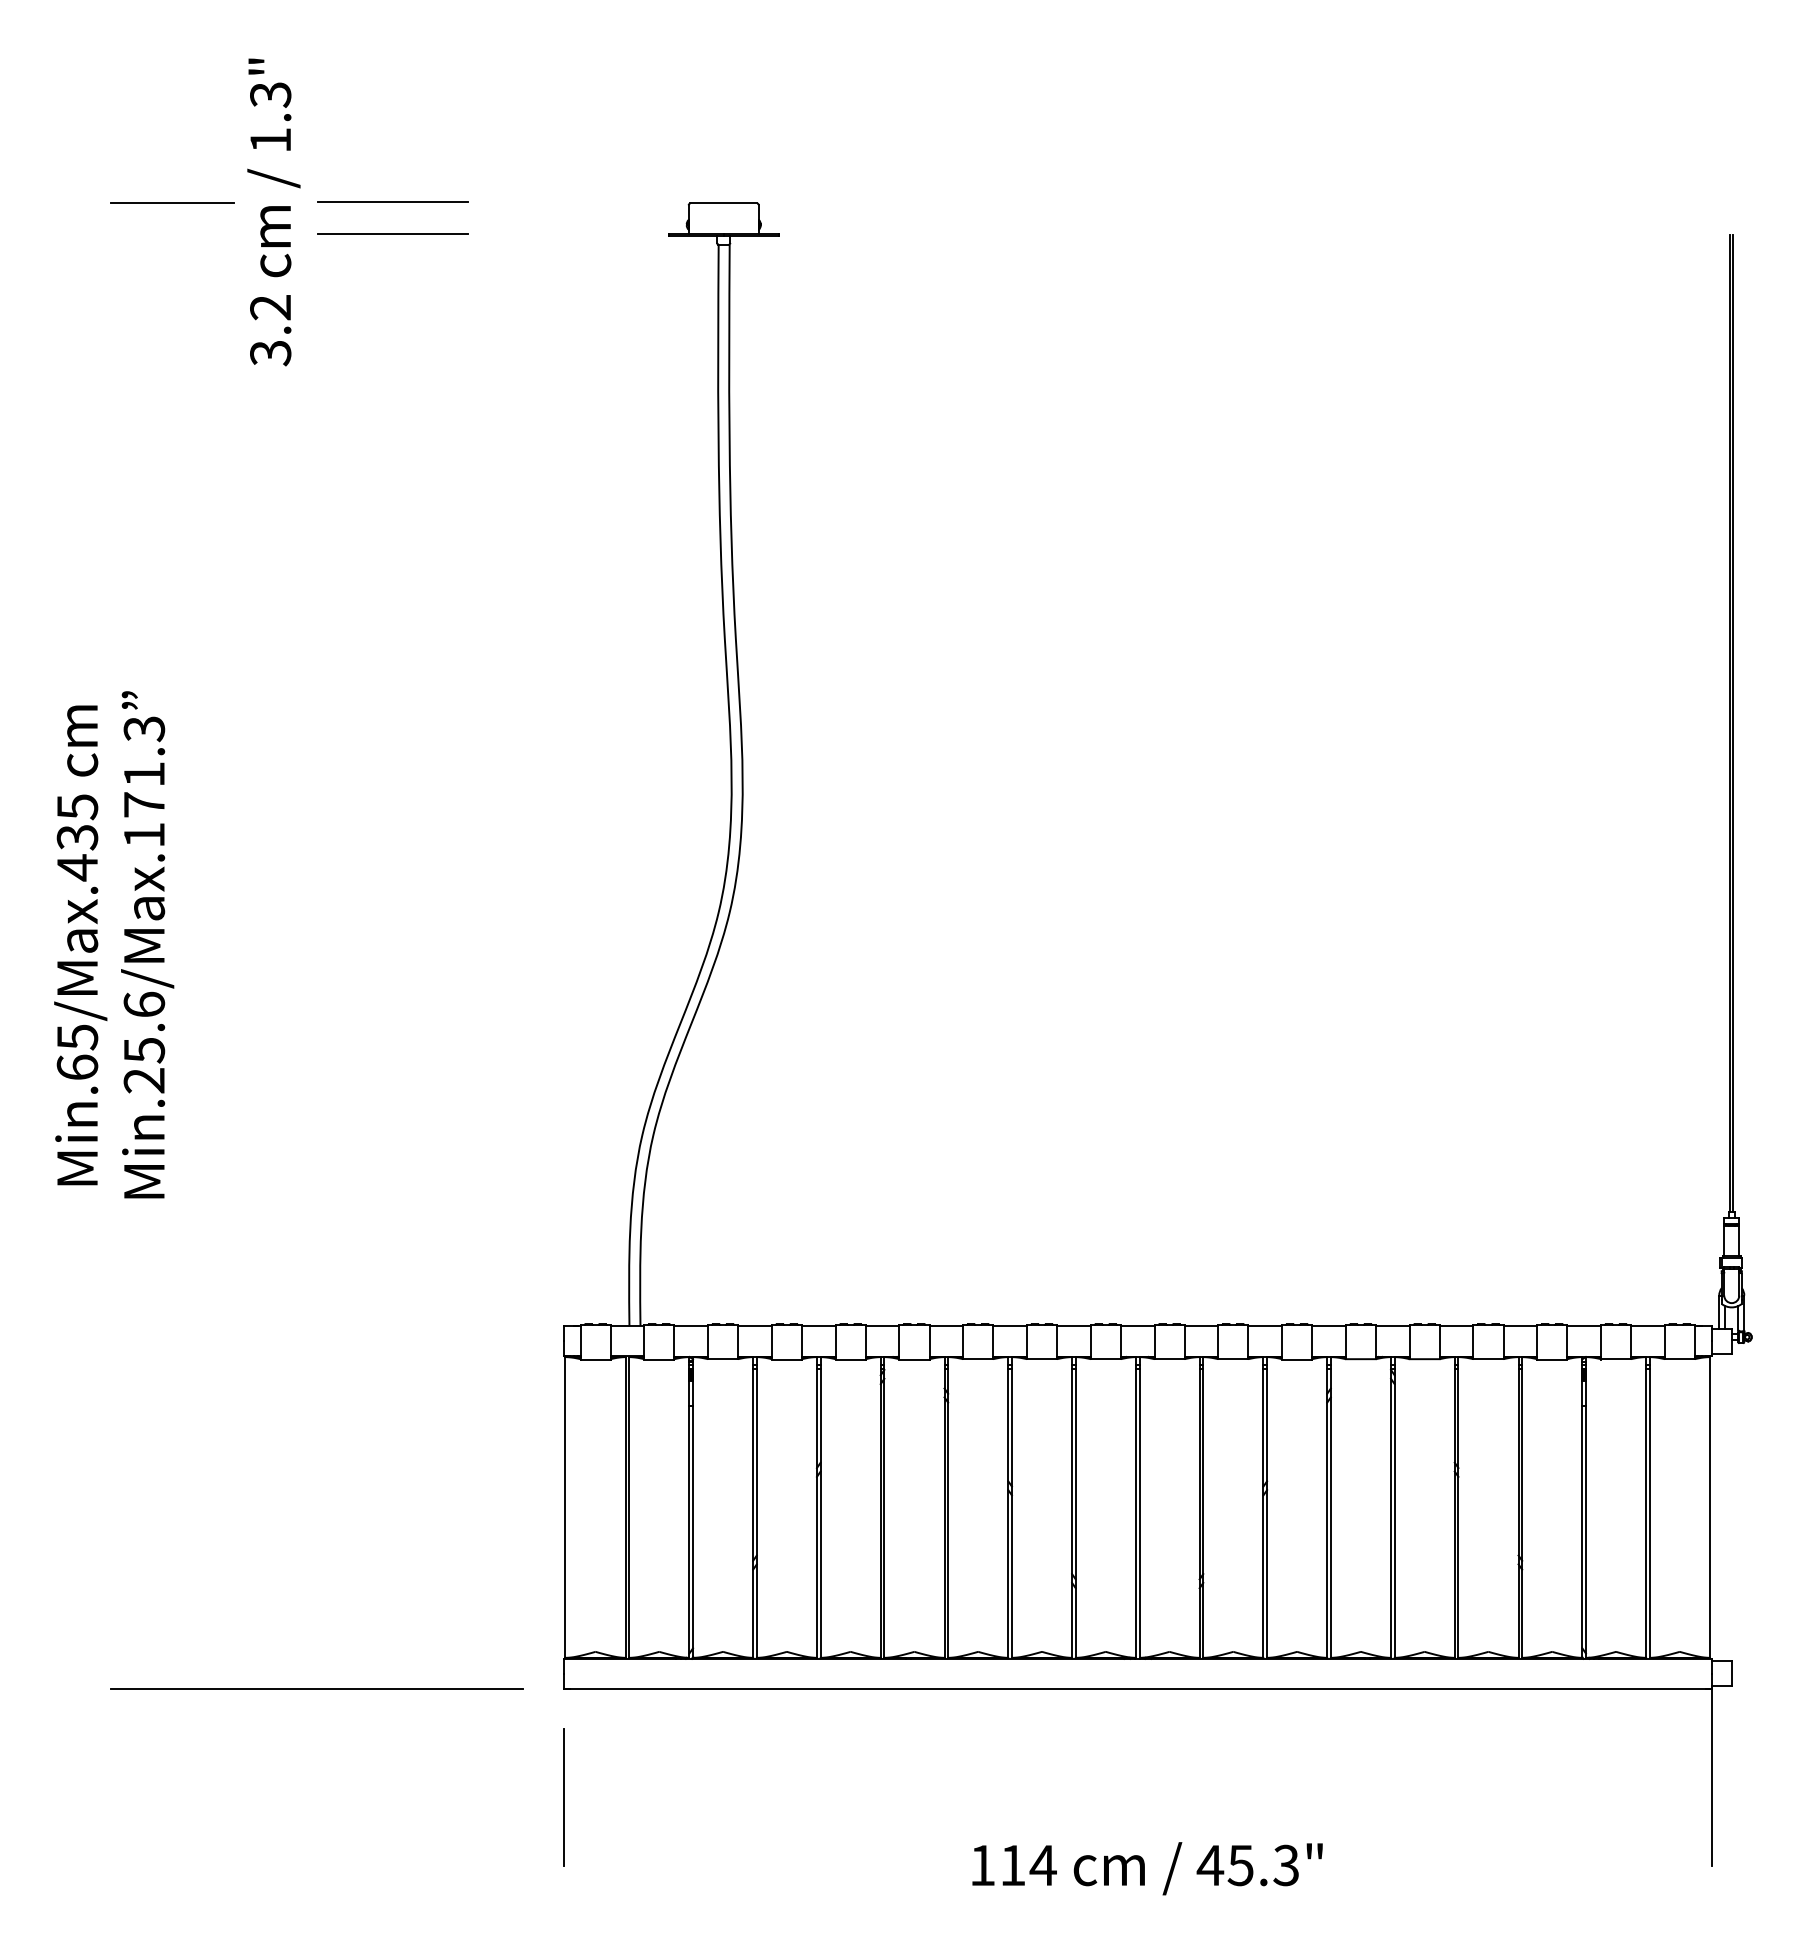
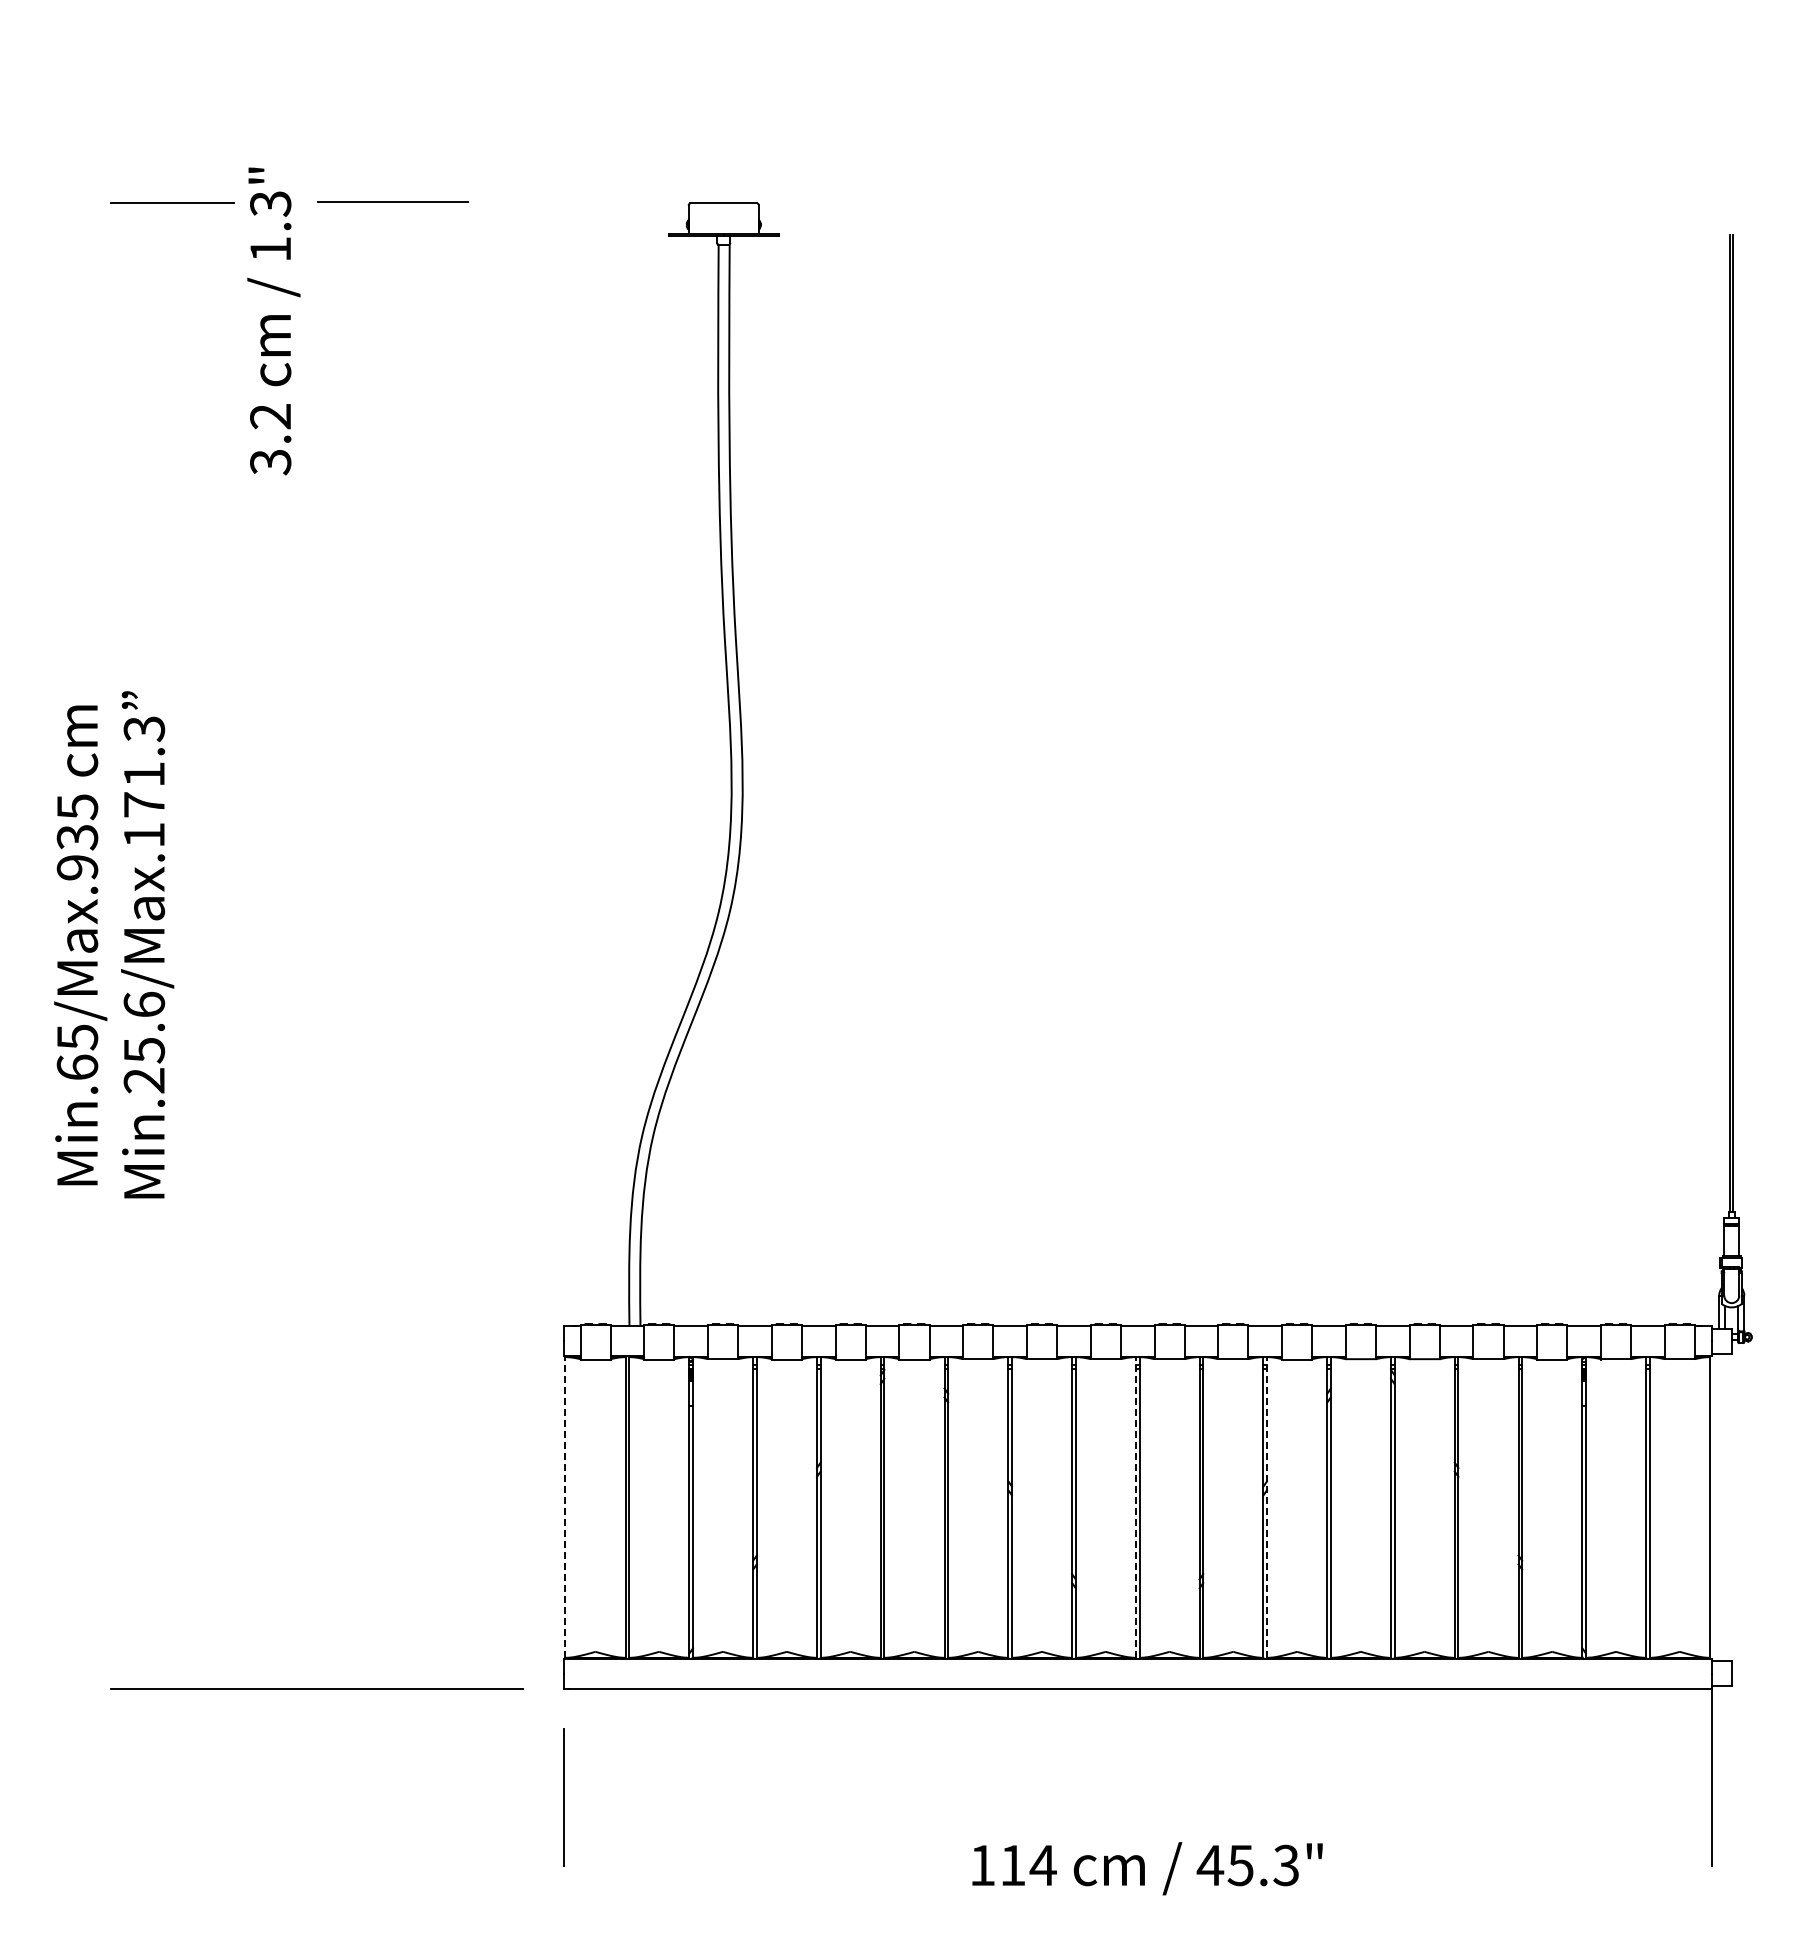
text at (273, 212) position: (273, 212) -> (273, 321)
line at (392, 233): present -> none
text at (77, 867): Min.65/Max.435 -> Min.65/Max.935
line at (565, 1506): solid -> dashed
line at (1135, 1506): solid -> dashed
line at (1267, 1506): solid -> dashed
